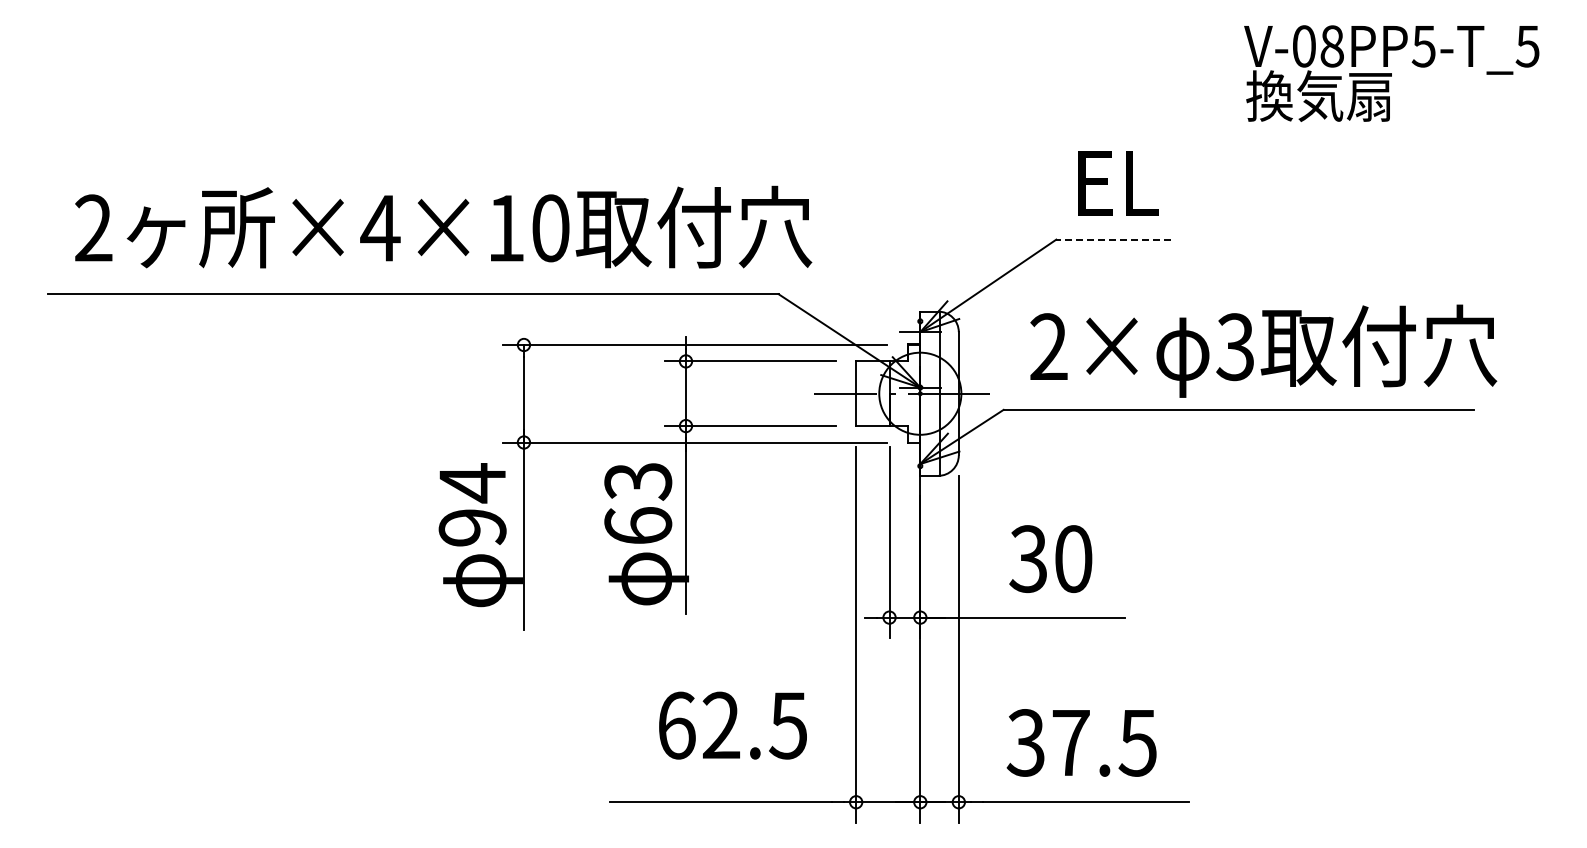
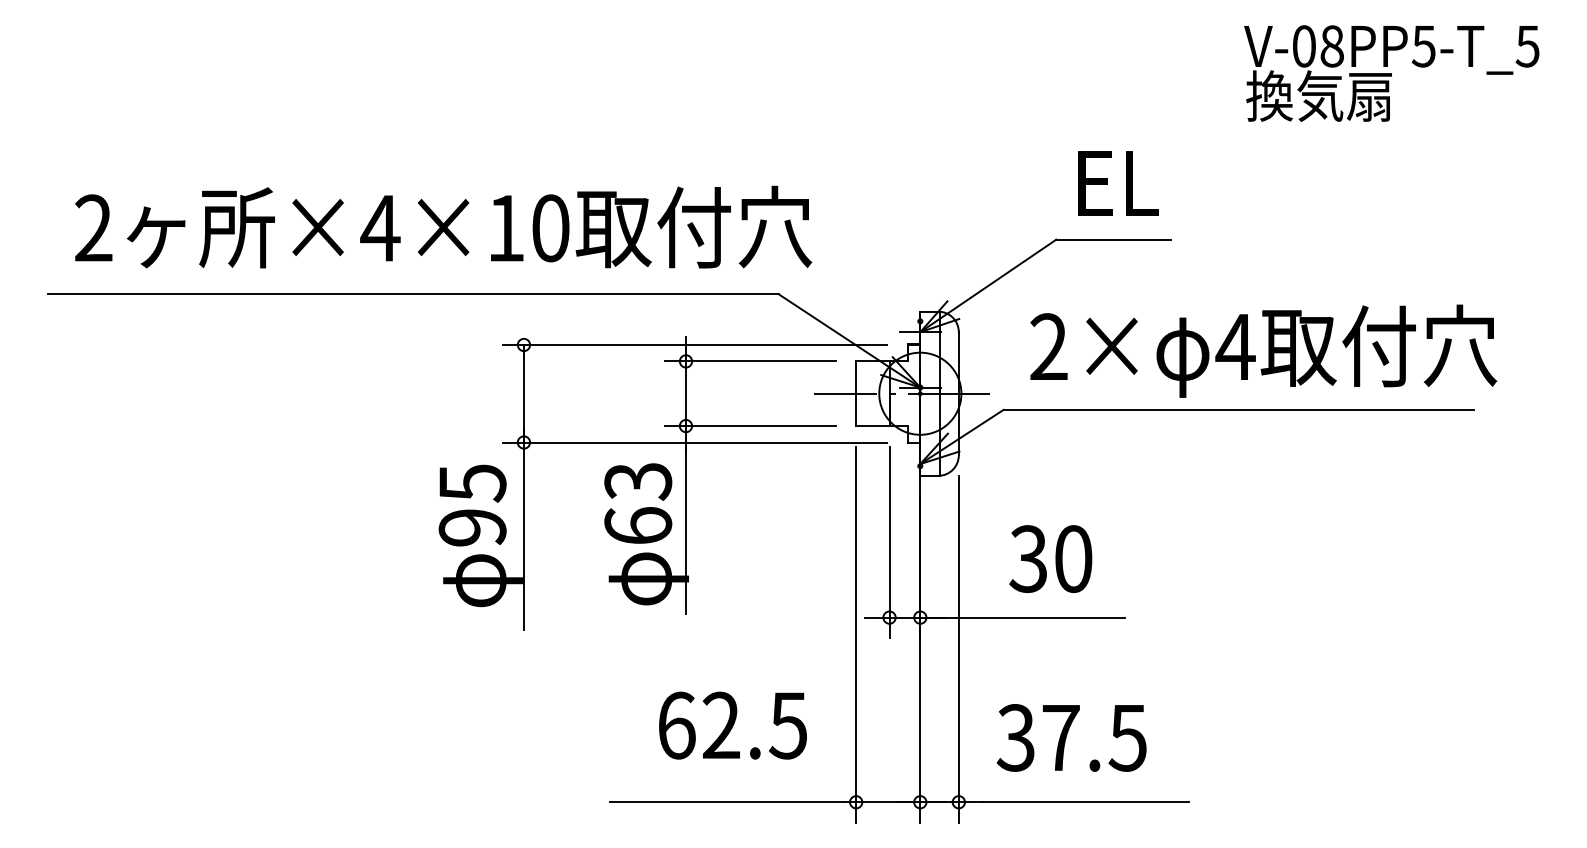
line at (1113, 239): dashed -> solid
text at (1235, 347): 3 -> 4
text at (472, 483): 94 -> 95
text at (1081, 742) position: (1081, 742) -> (1071, 737)
